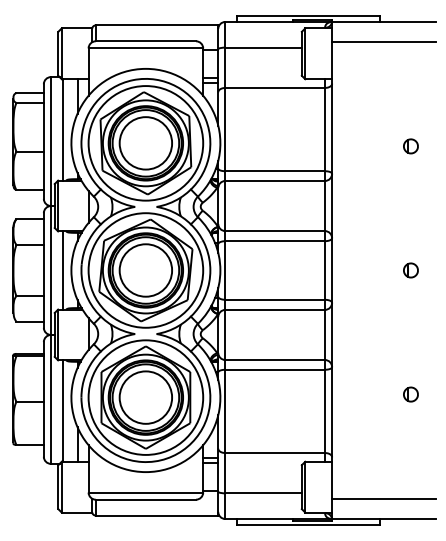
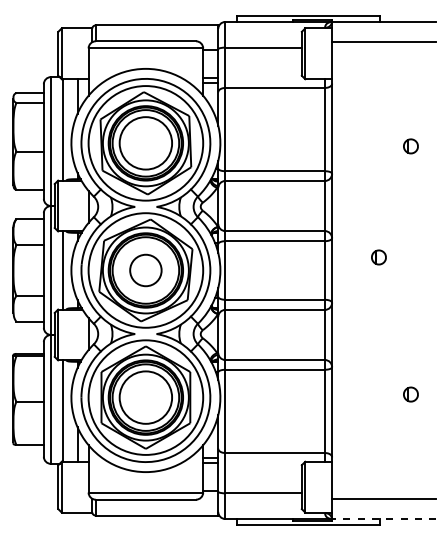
circle at (145, 270) diameter: 52 px -> 31 px
part at (410, 270) position: (410, 270) -> (378, 257)
line at (383, 519): solid -> dashed
